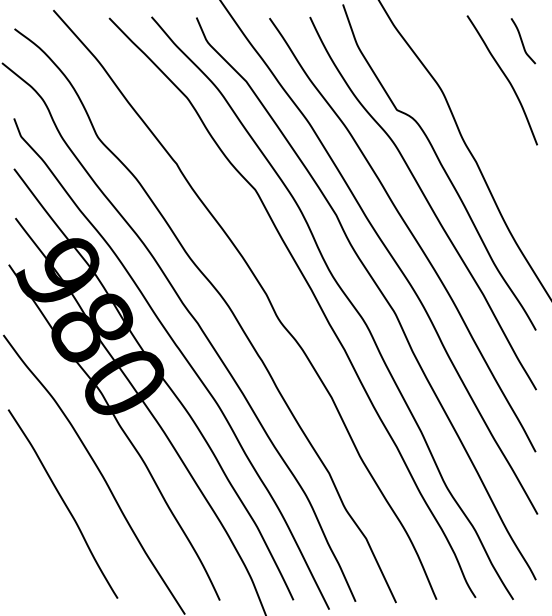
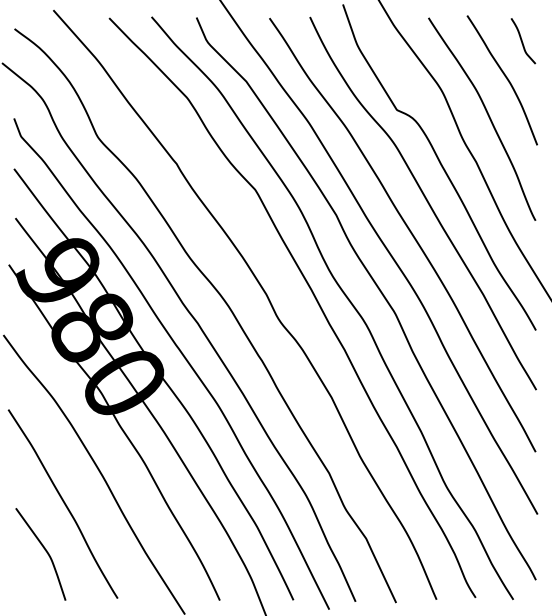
curve at (487, 115): none -> present
curve at (45, 551): none -> present
